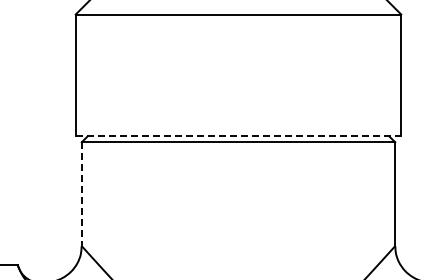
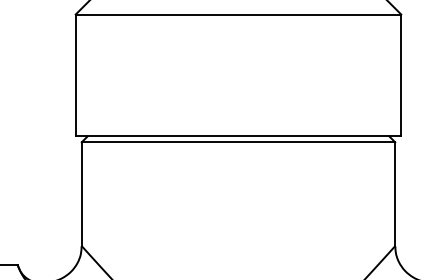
line at (238, 136): dashed -> solid
line at (81, 194): dashed -> solid
